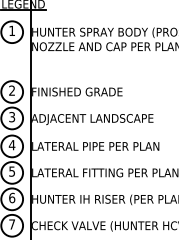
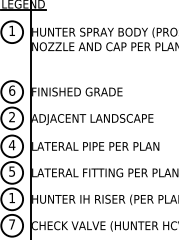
text at (12, 90): 2 -> 6
text at (12, 117): 3 -> 2
text at (12, 197): 6 -> 1
